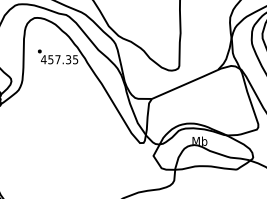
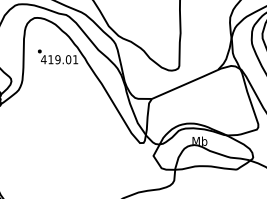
text at (63, 59): 457.35 -> 419.01
